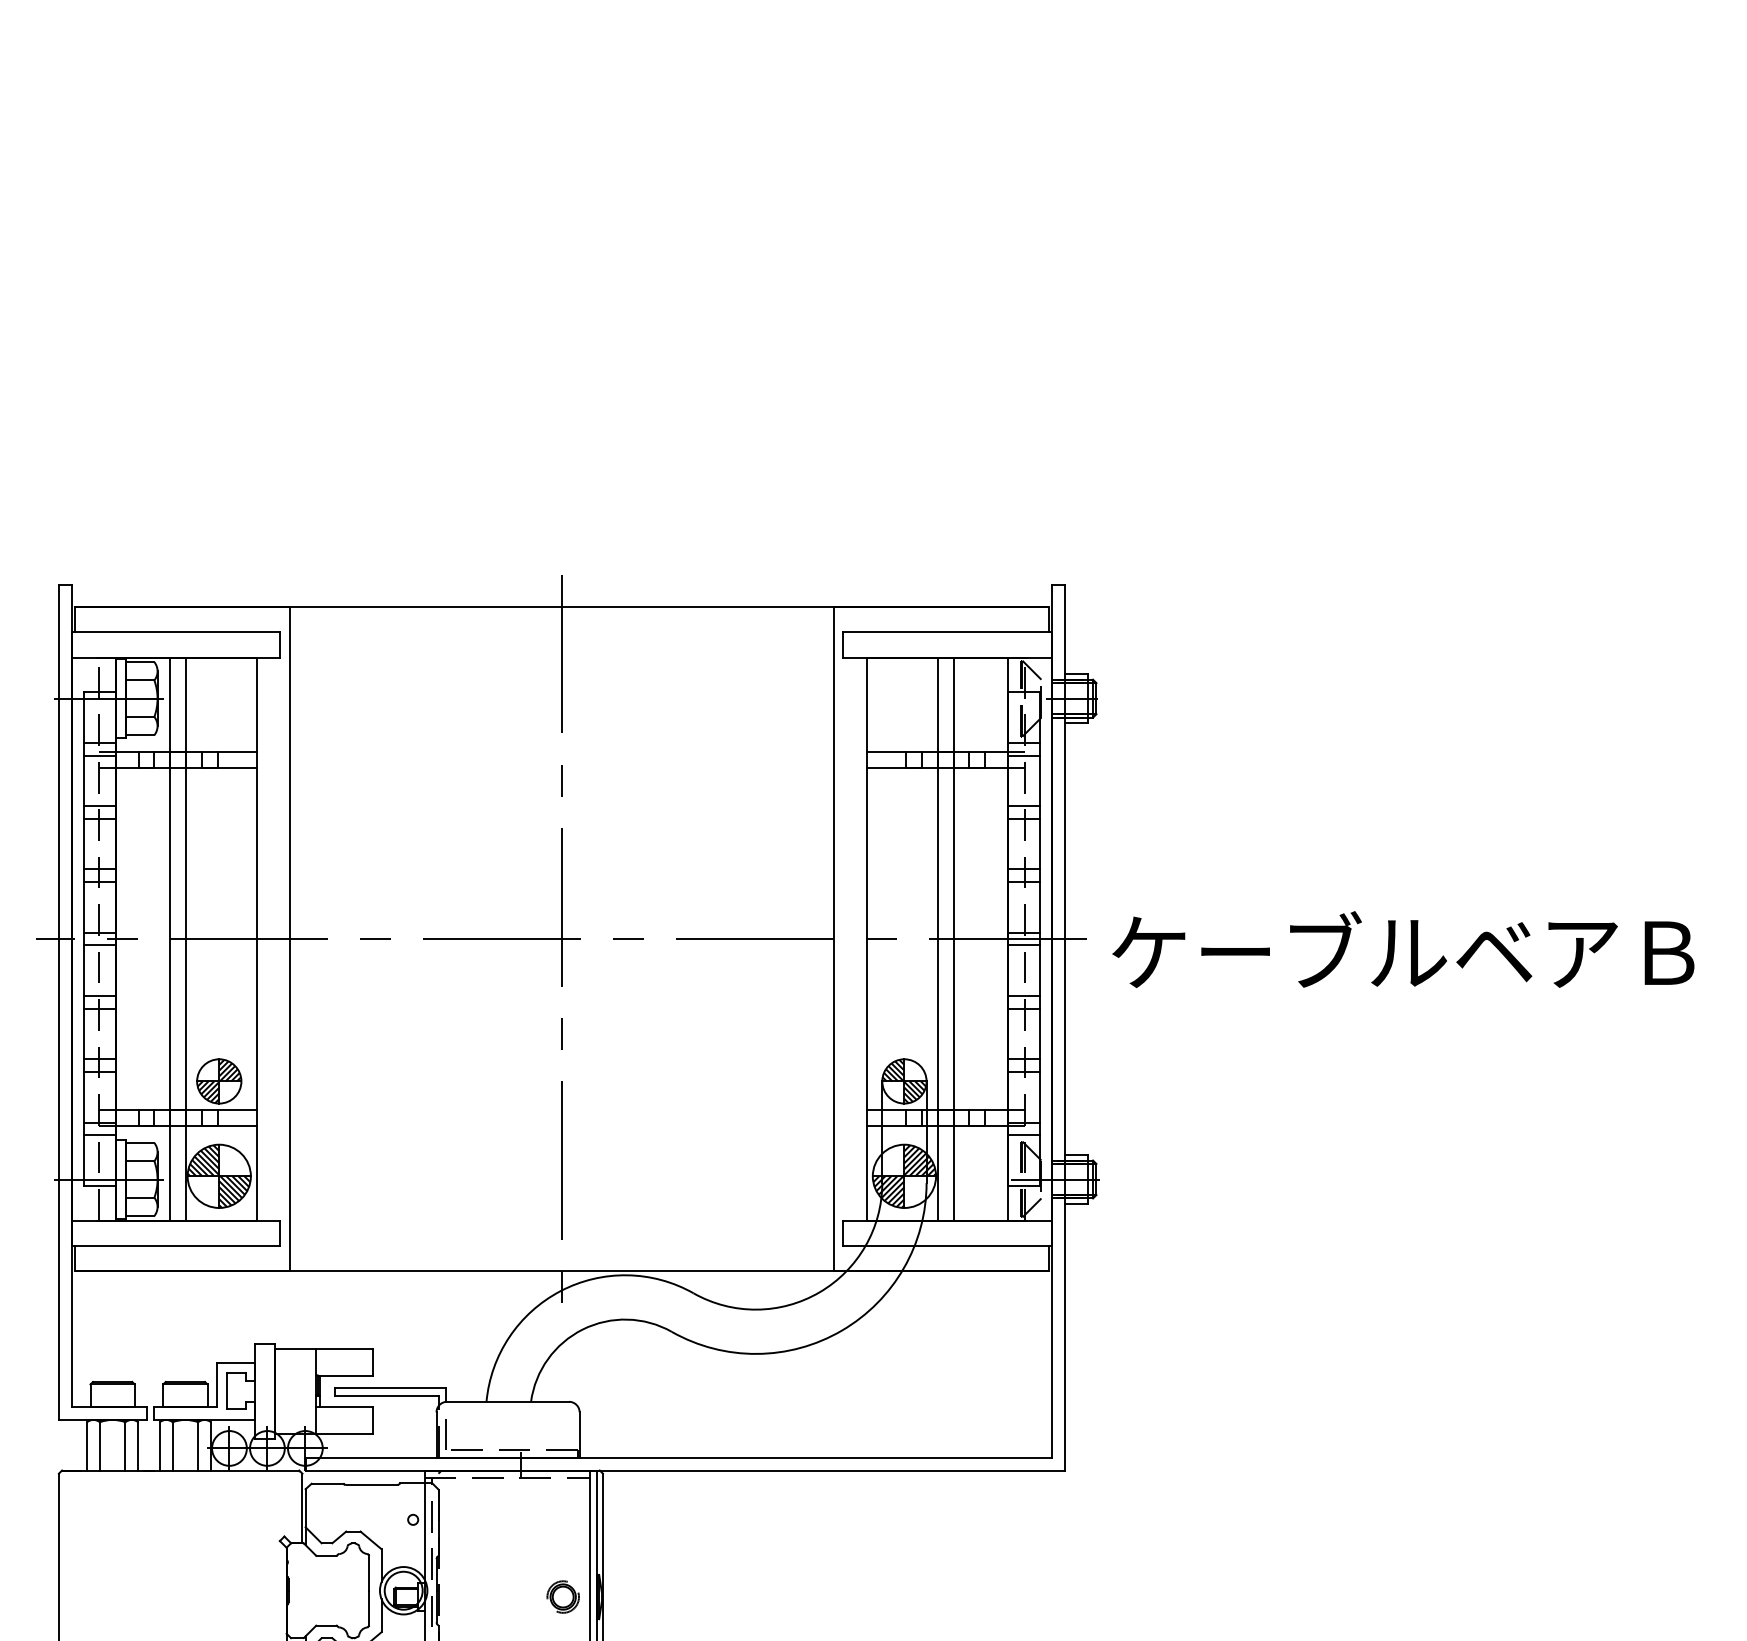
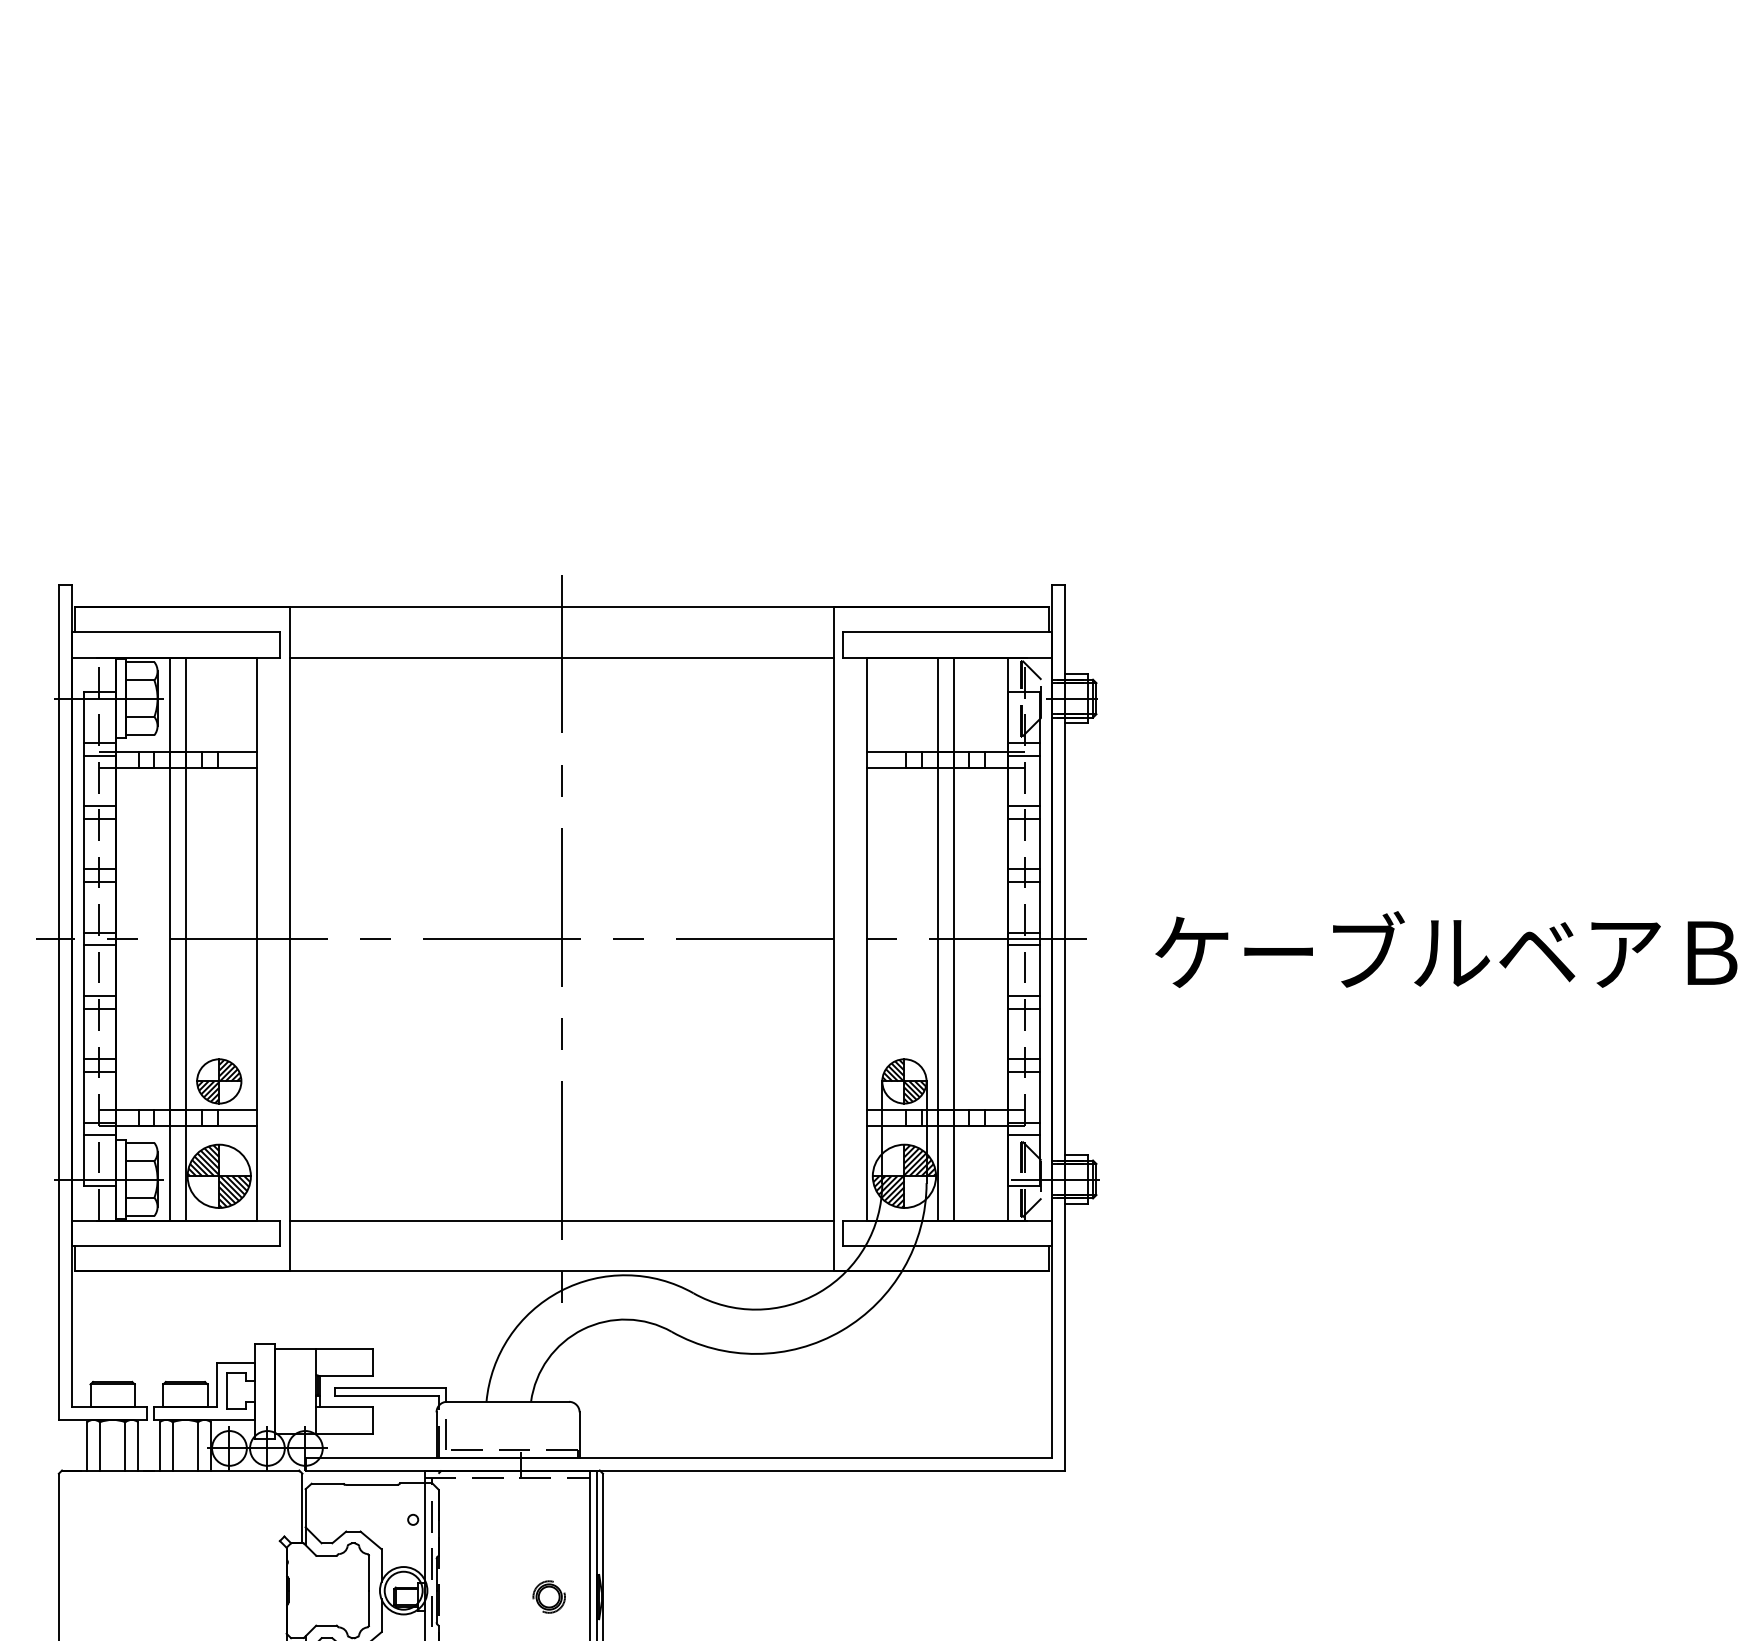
line at (561, 657): none -> present
text at (1403, 949) position: (1403, 949) -> (1446, 949)
line at (561, 1220): none -> present
part at (562, 1596) position: (562, 1596) -> (548, 1596)
